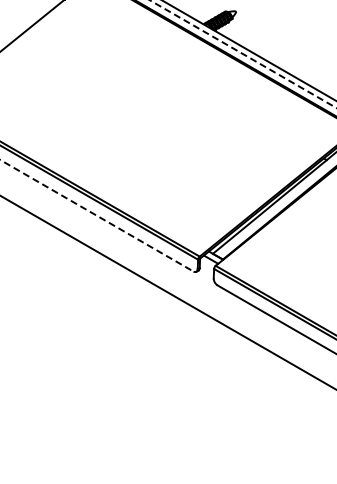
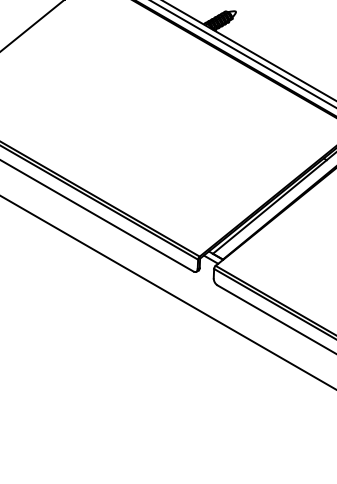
line at (242, 53): dashed -> solid
line at (97, 216): dashed -> solid
